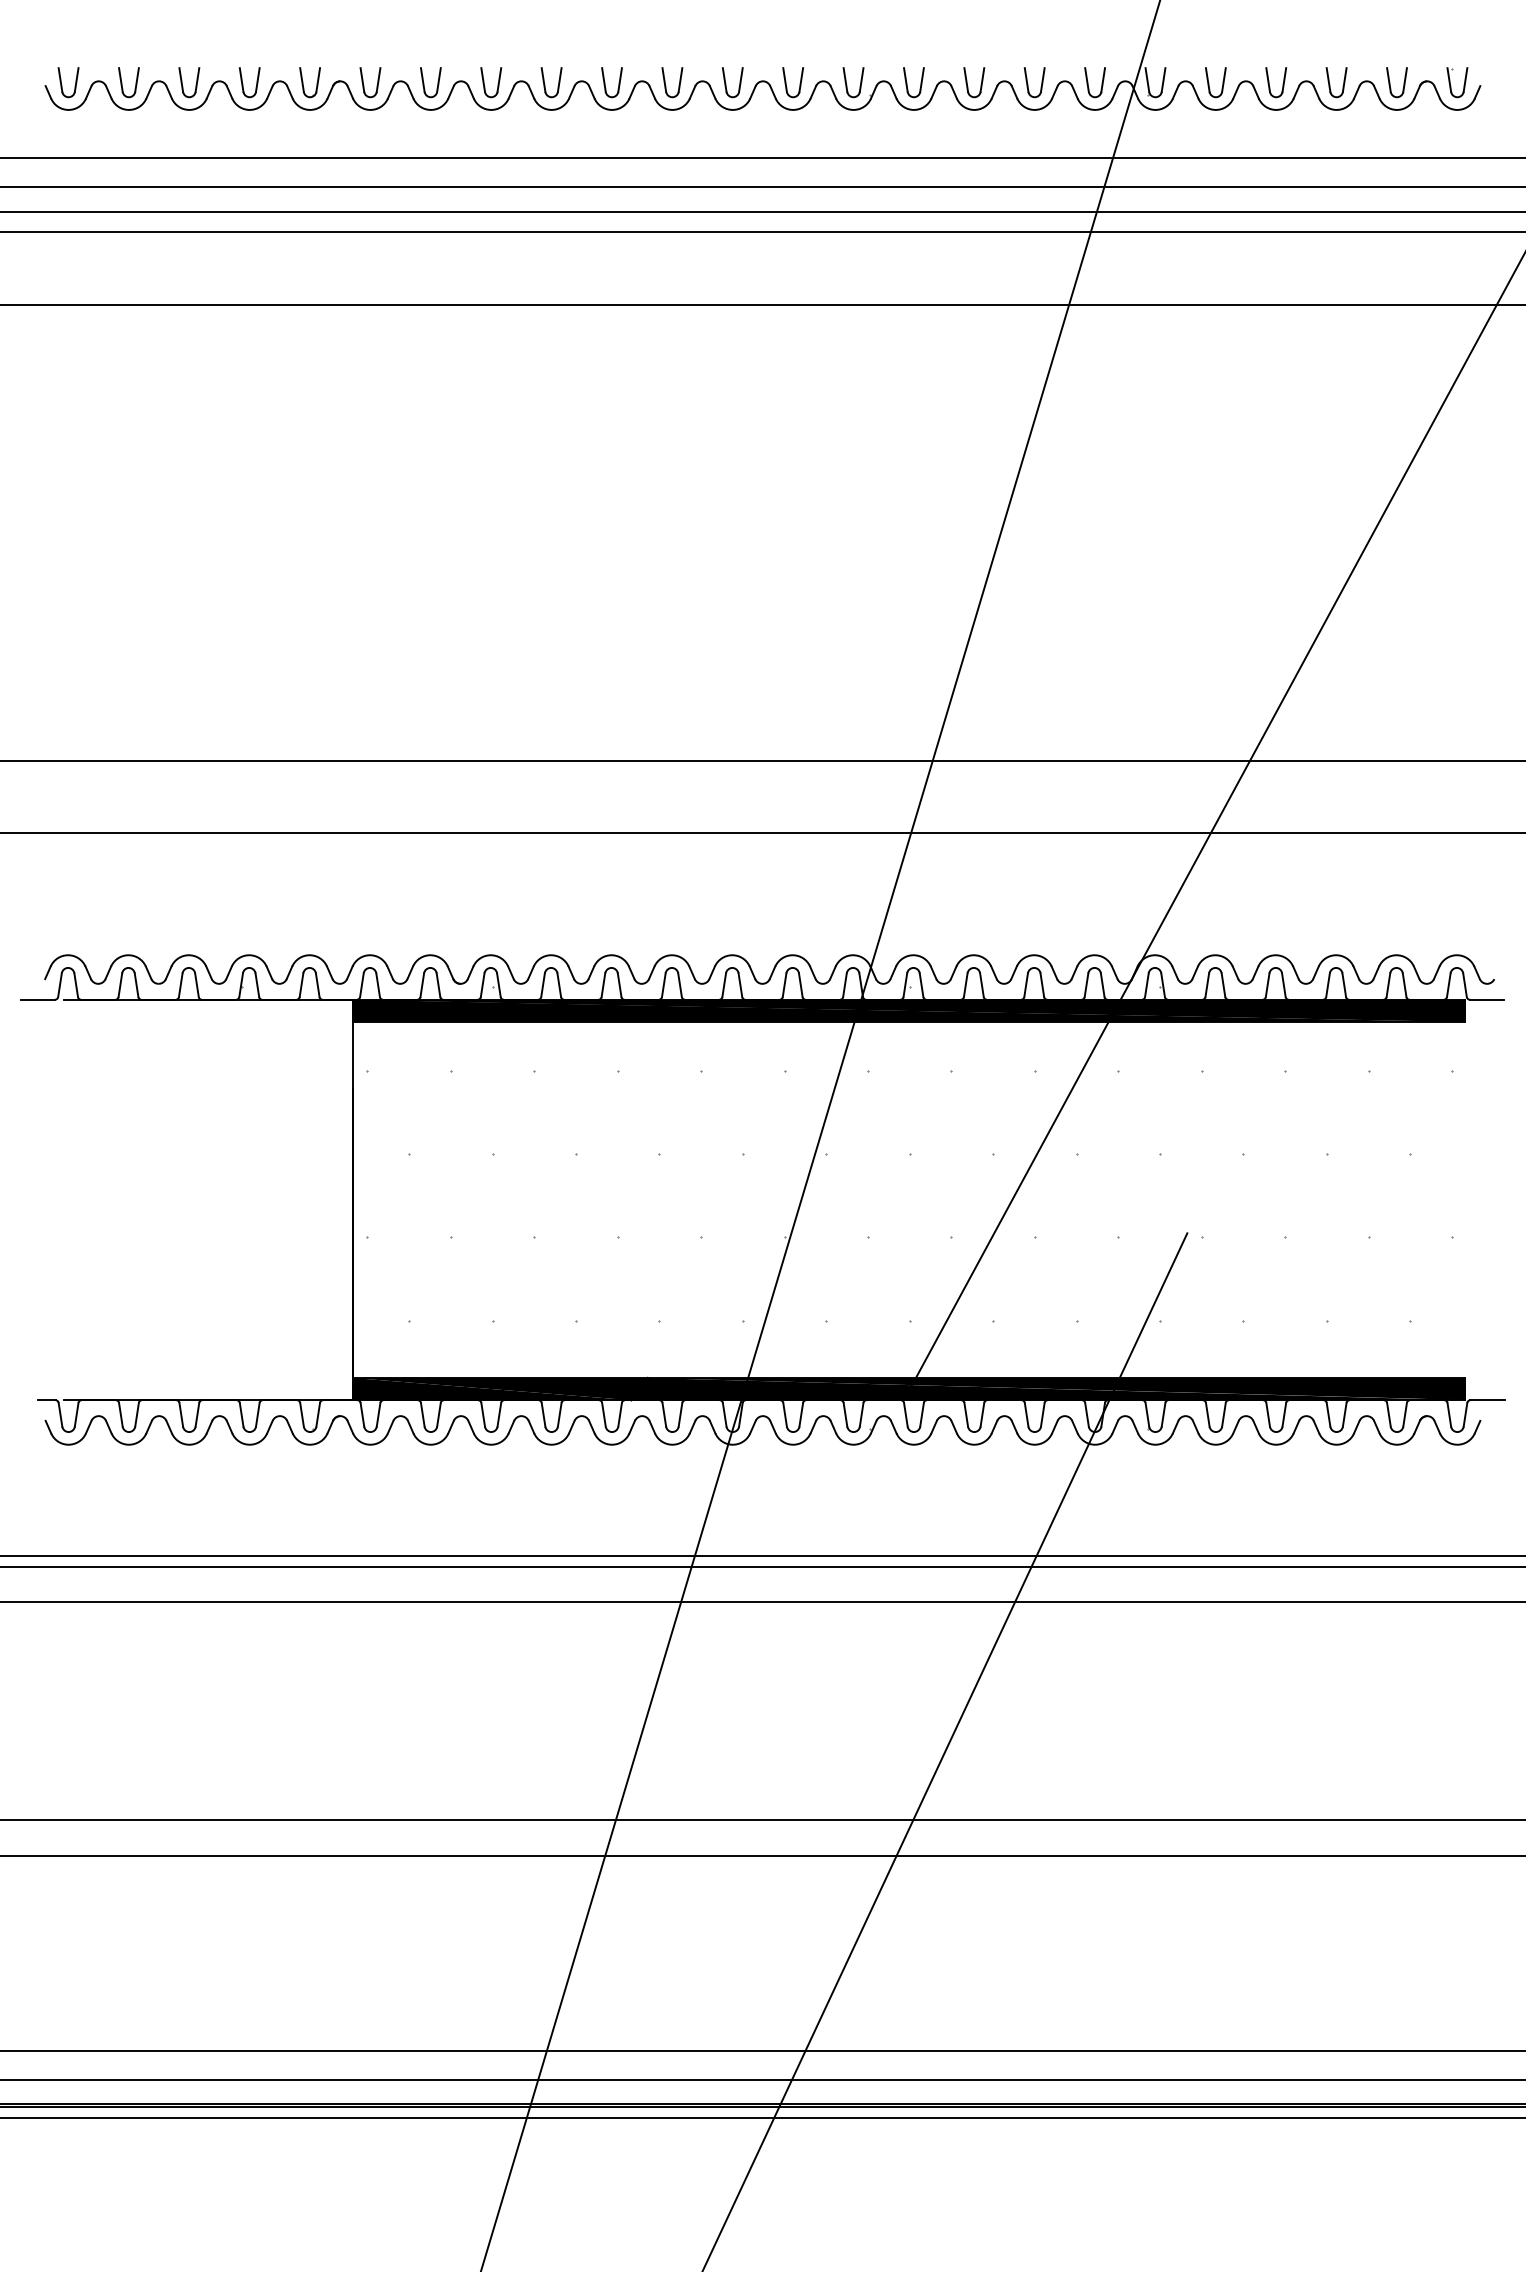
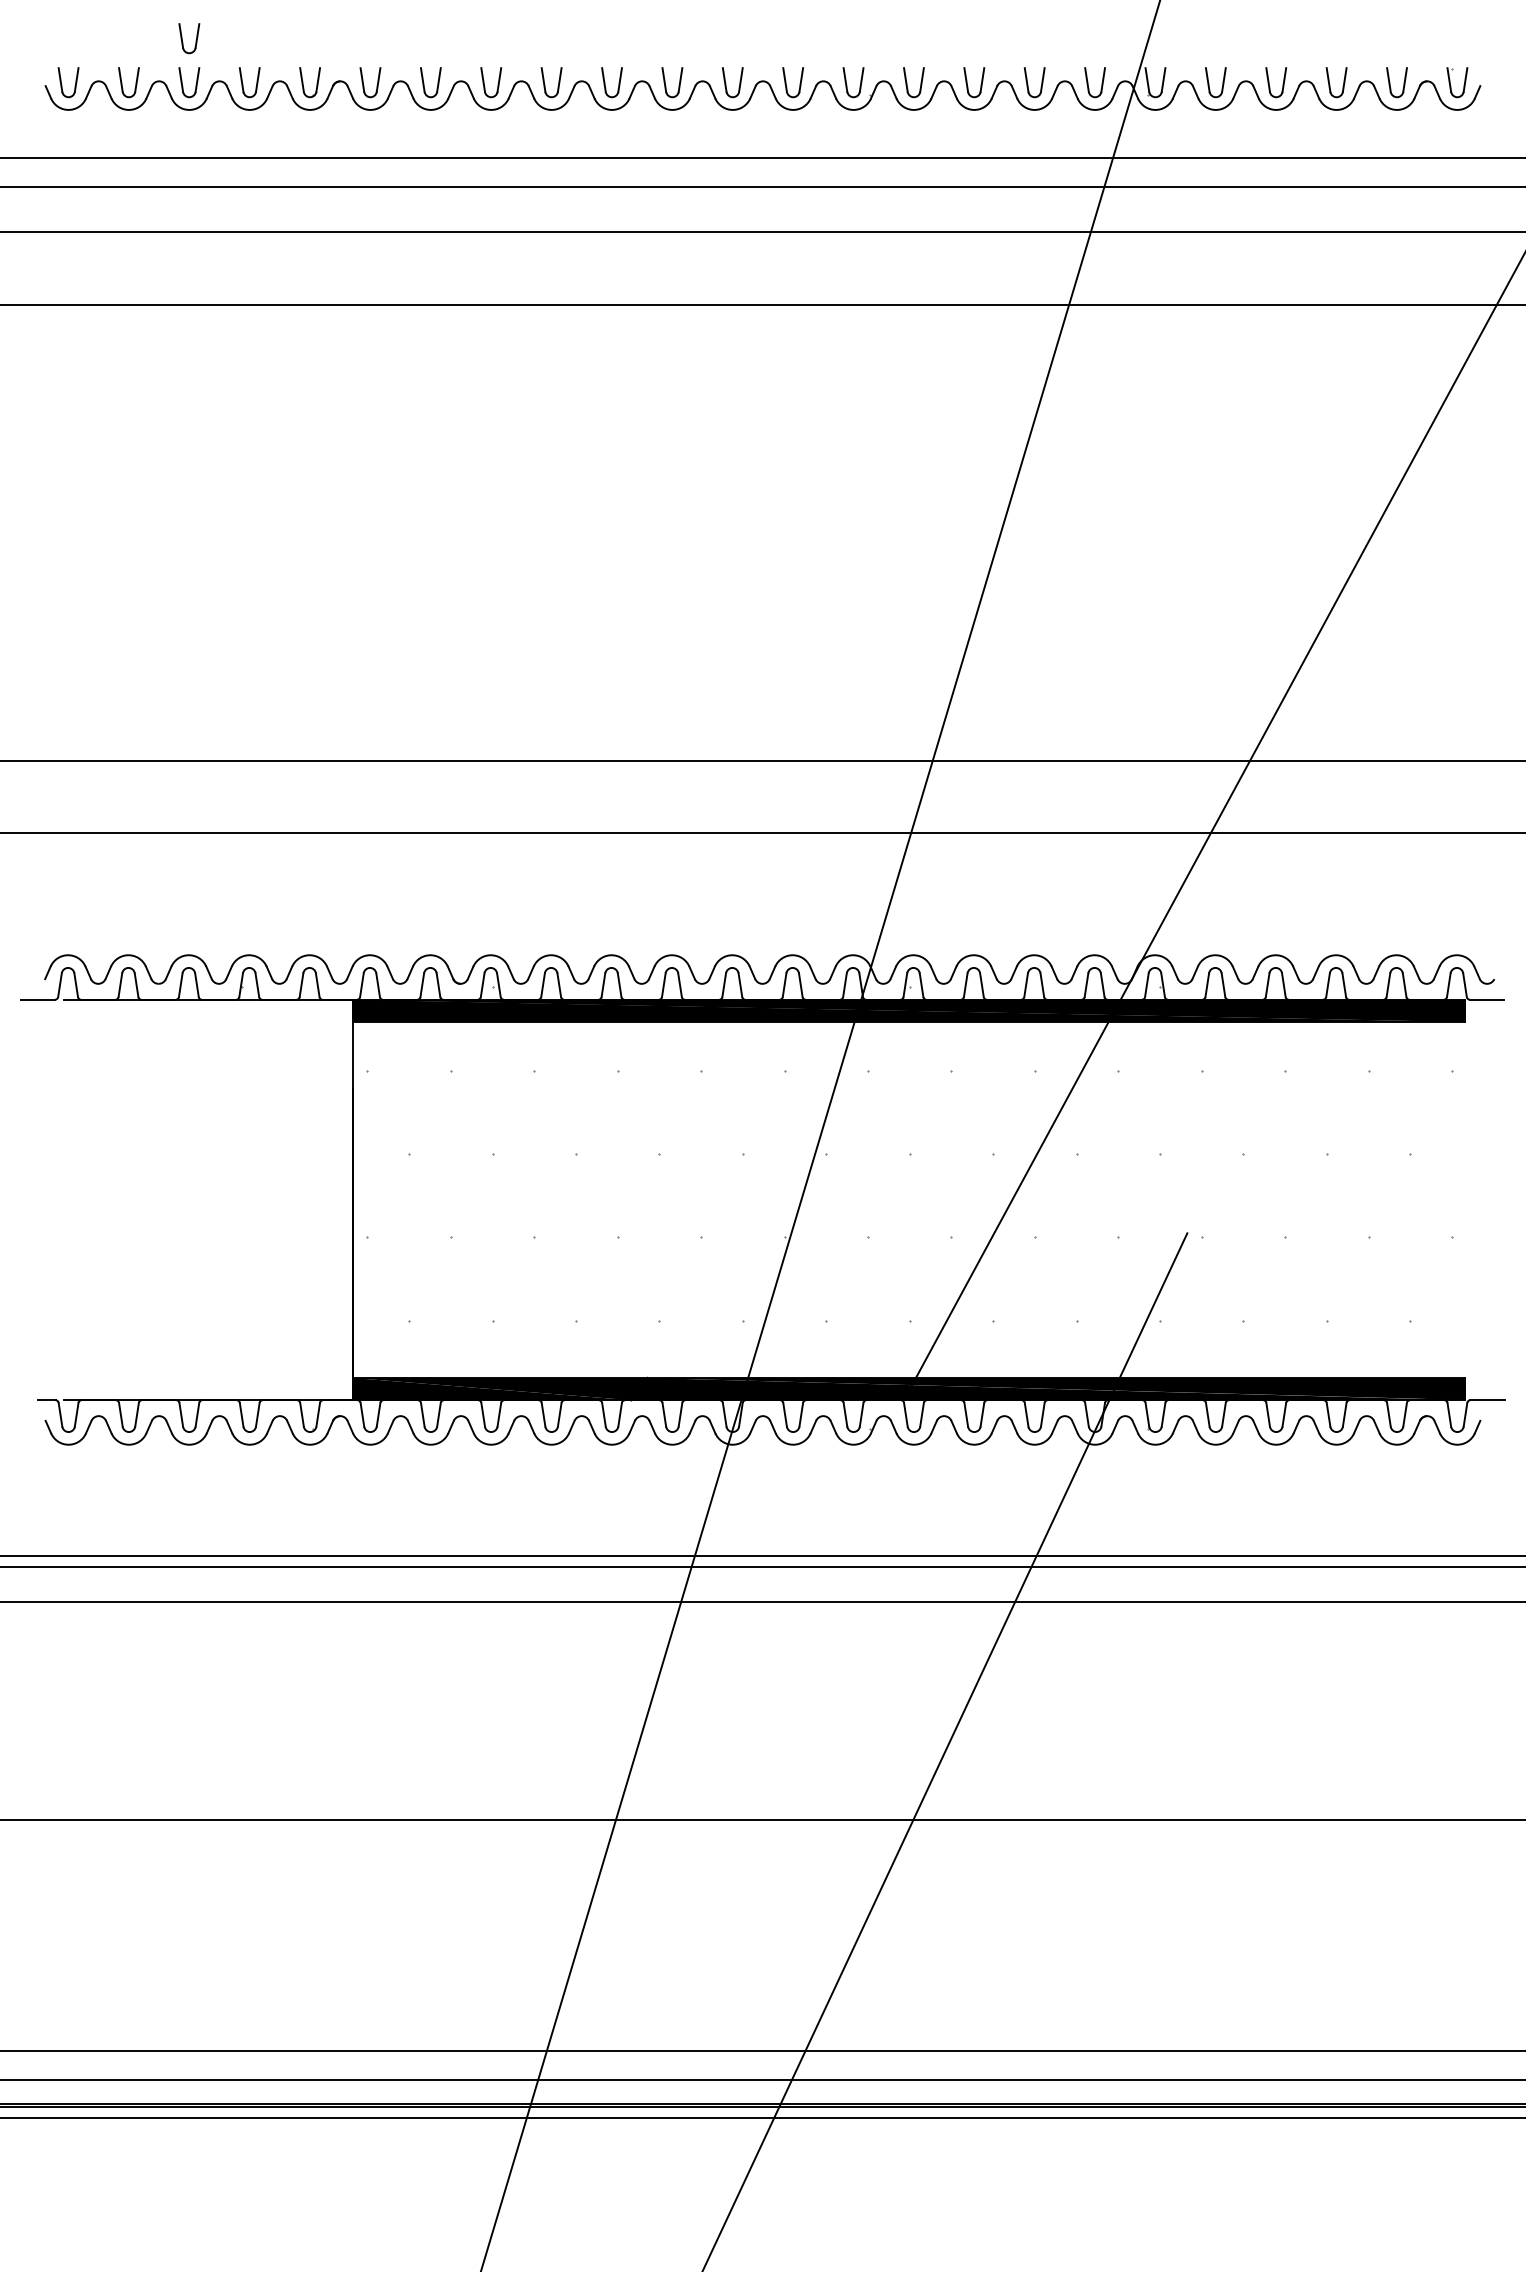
part at (195, 40): none -> present
line at (762, 211): present -> none
line at (762, 1856): present -> none
